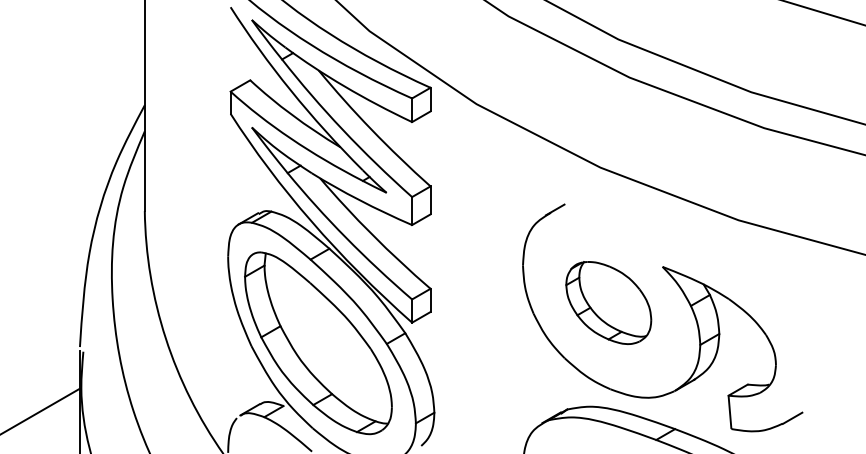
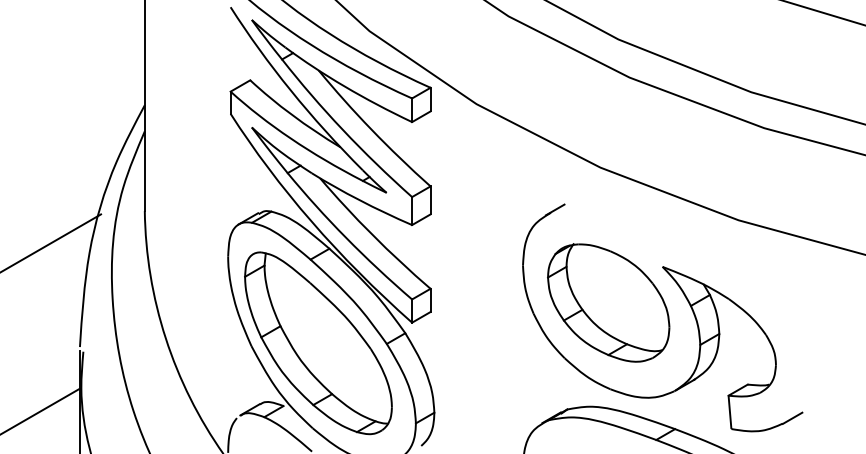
line at (51, 242): none -> present
part at (608, 302) size: 88x84 px -> 124x120 px
